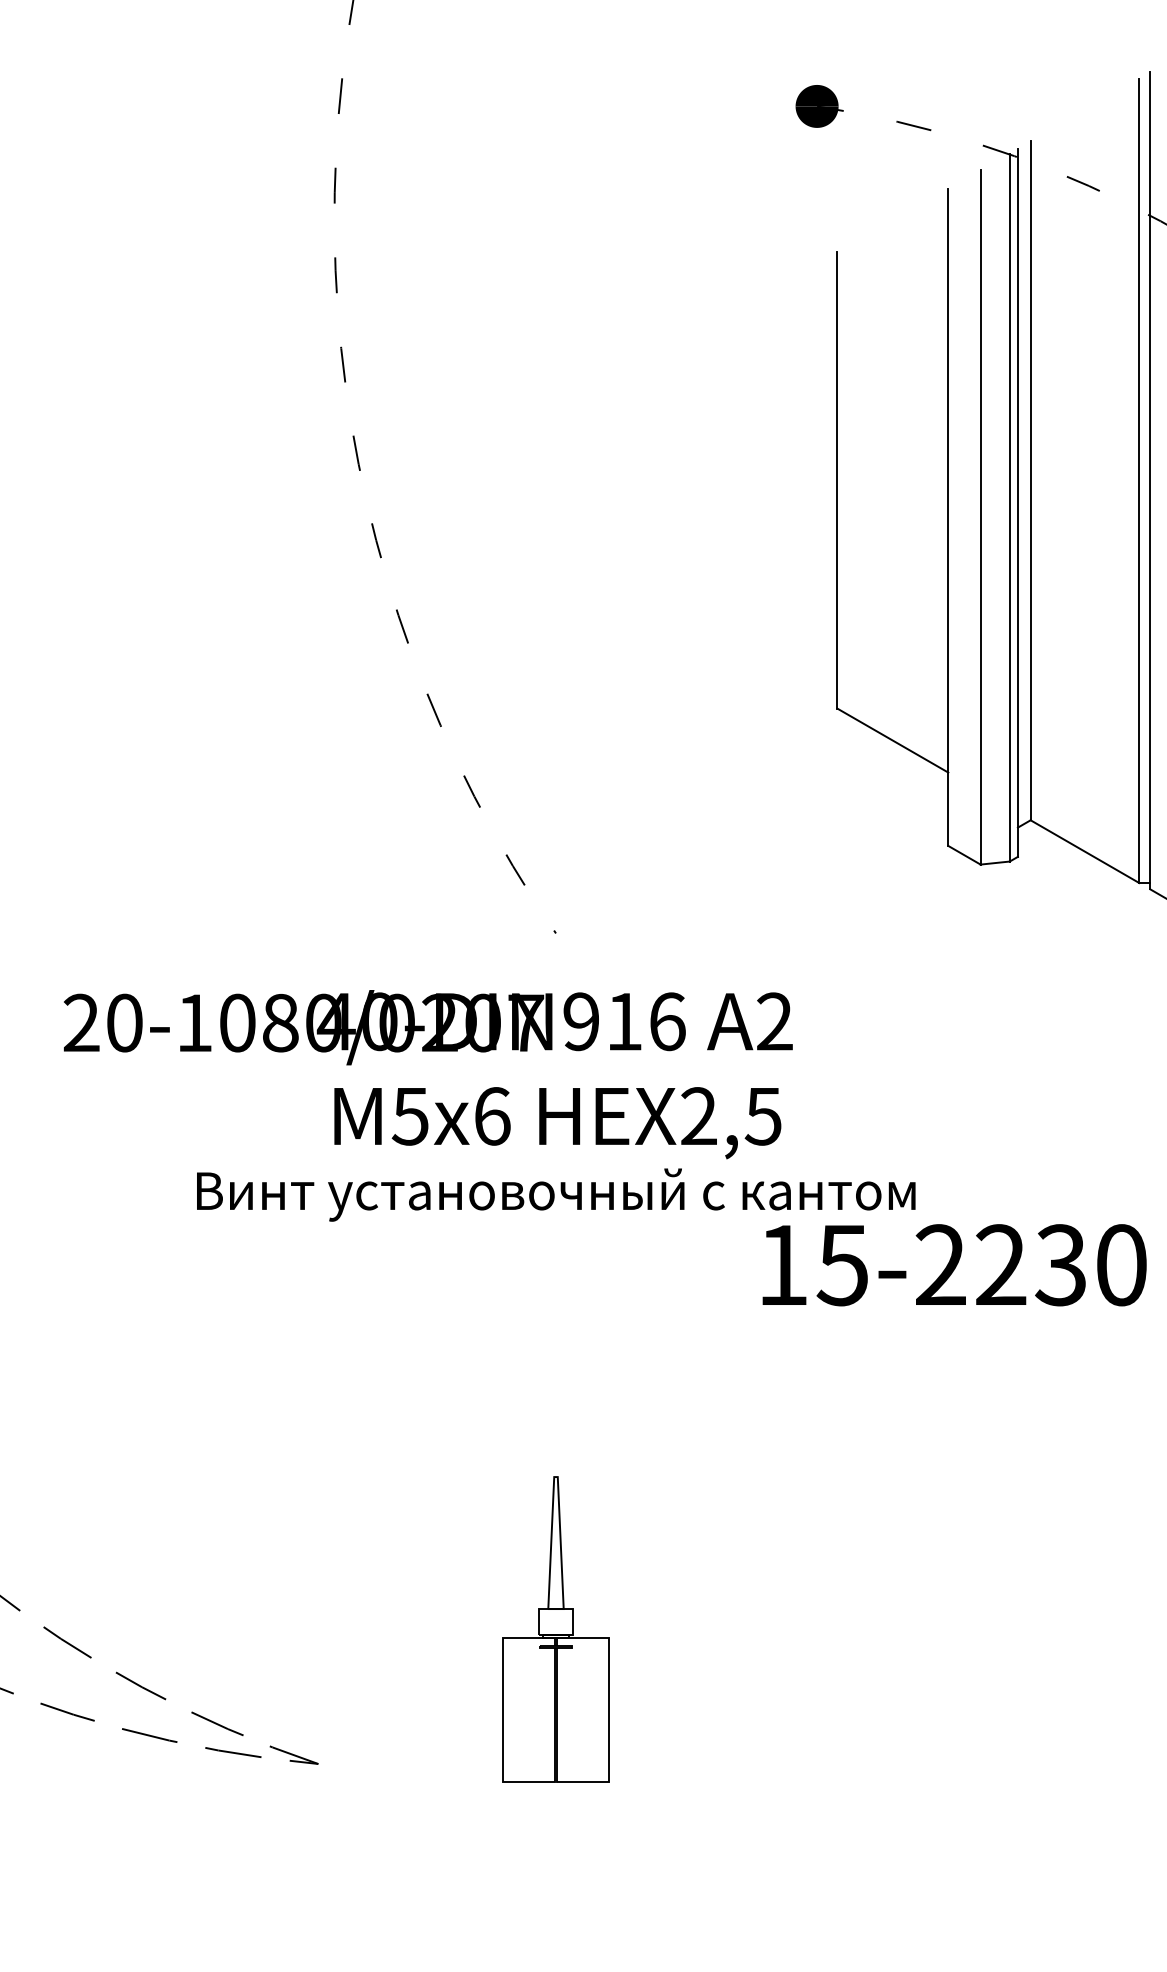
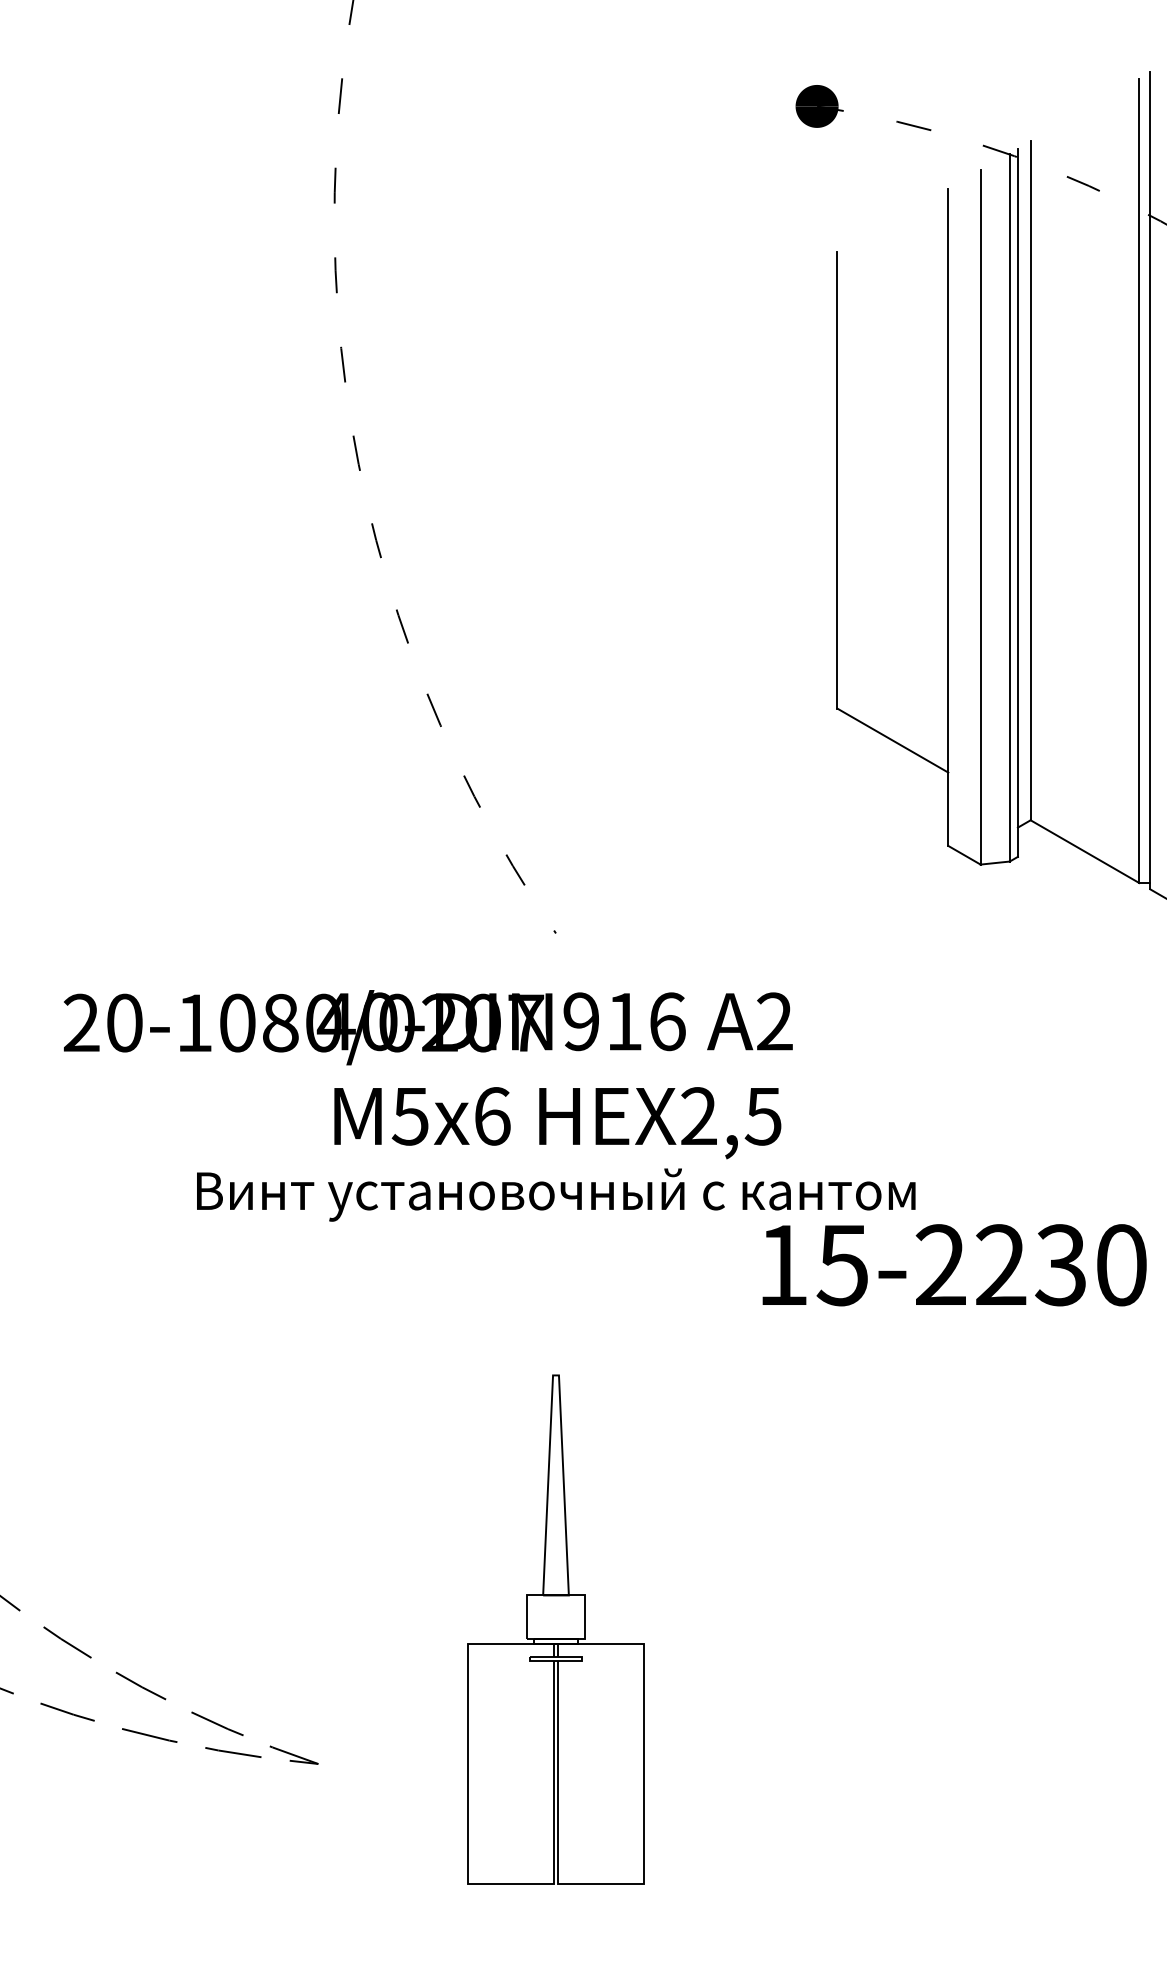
part at (555, 1629) size: 108x307 px -> 178x511 px
